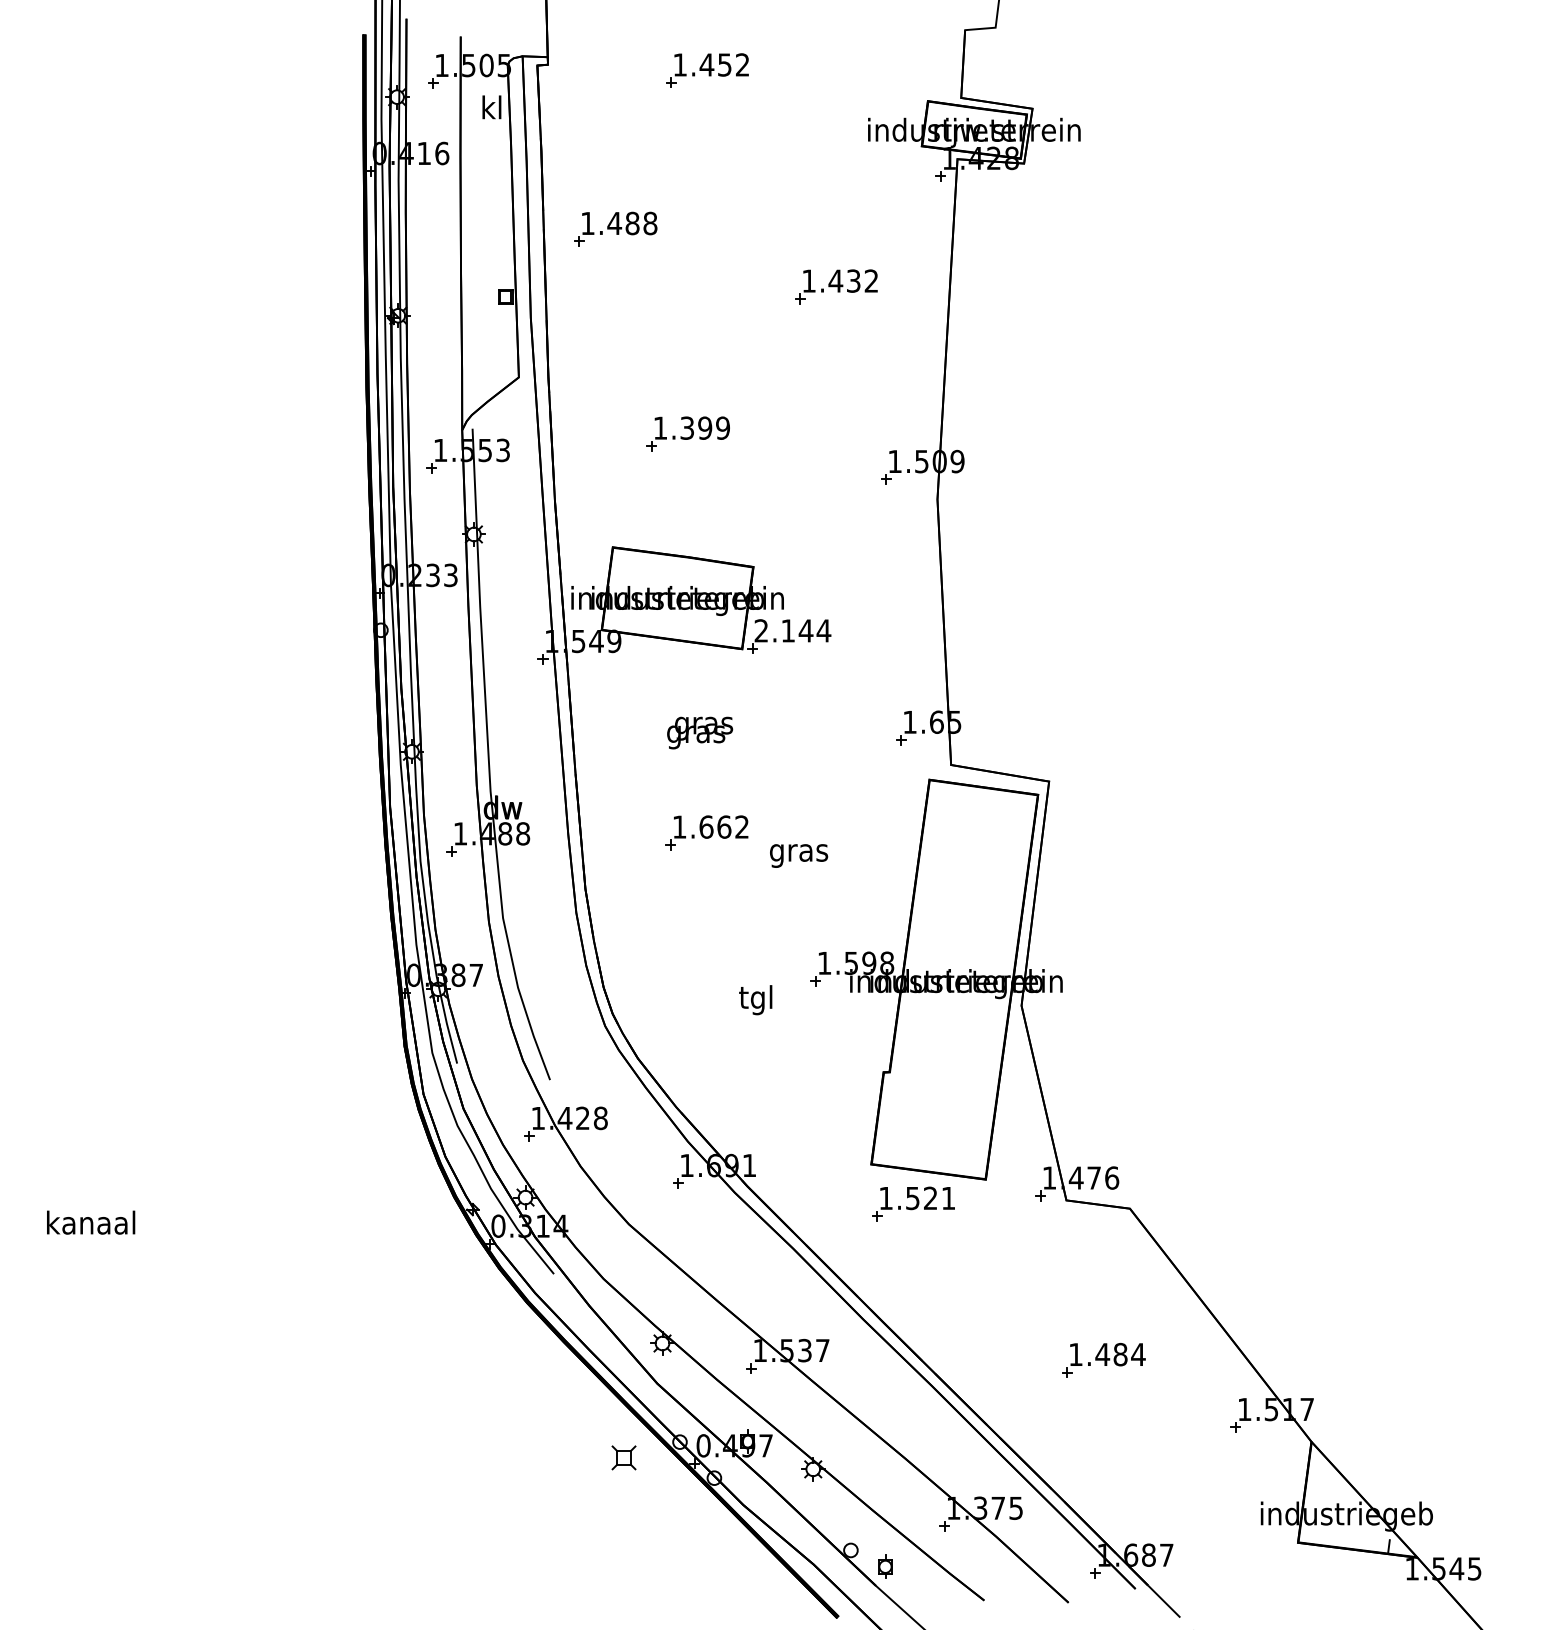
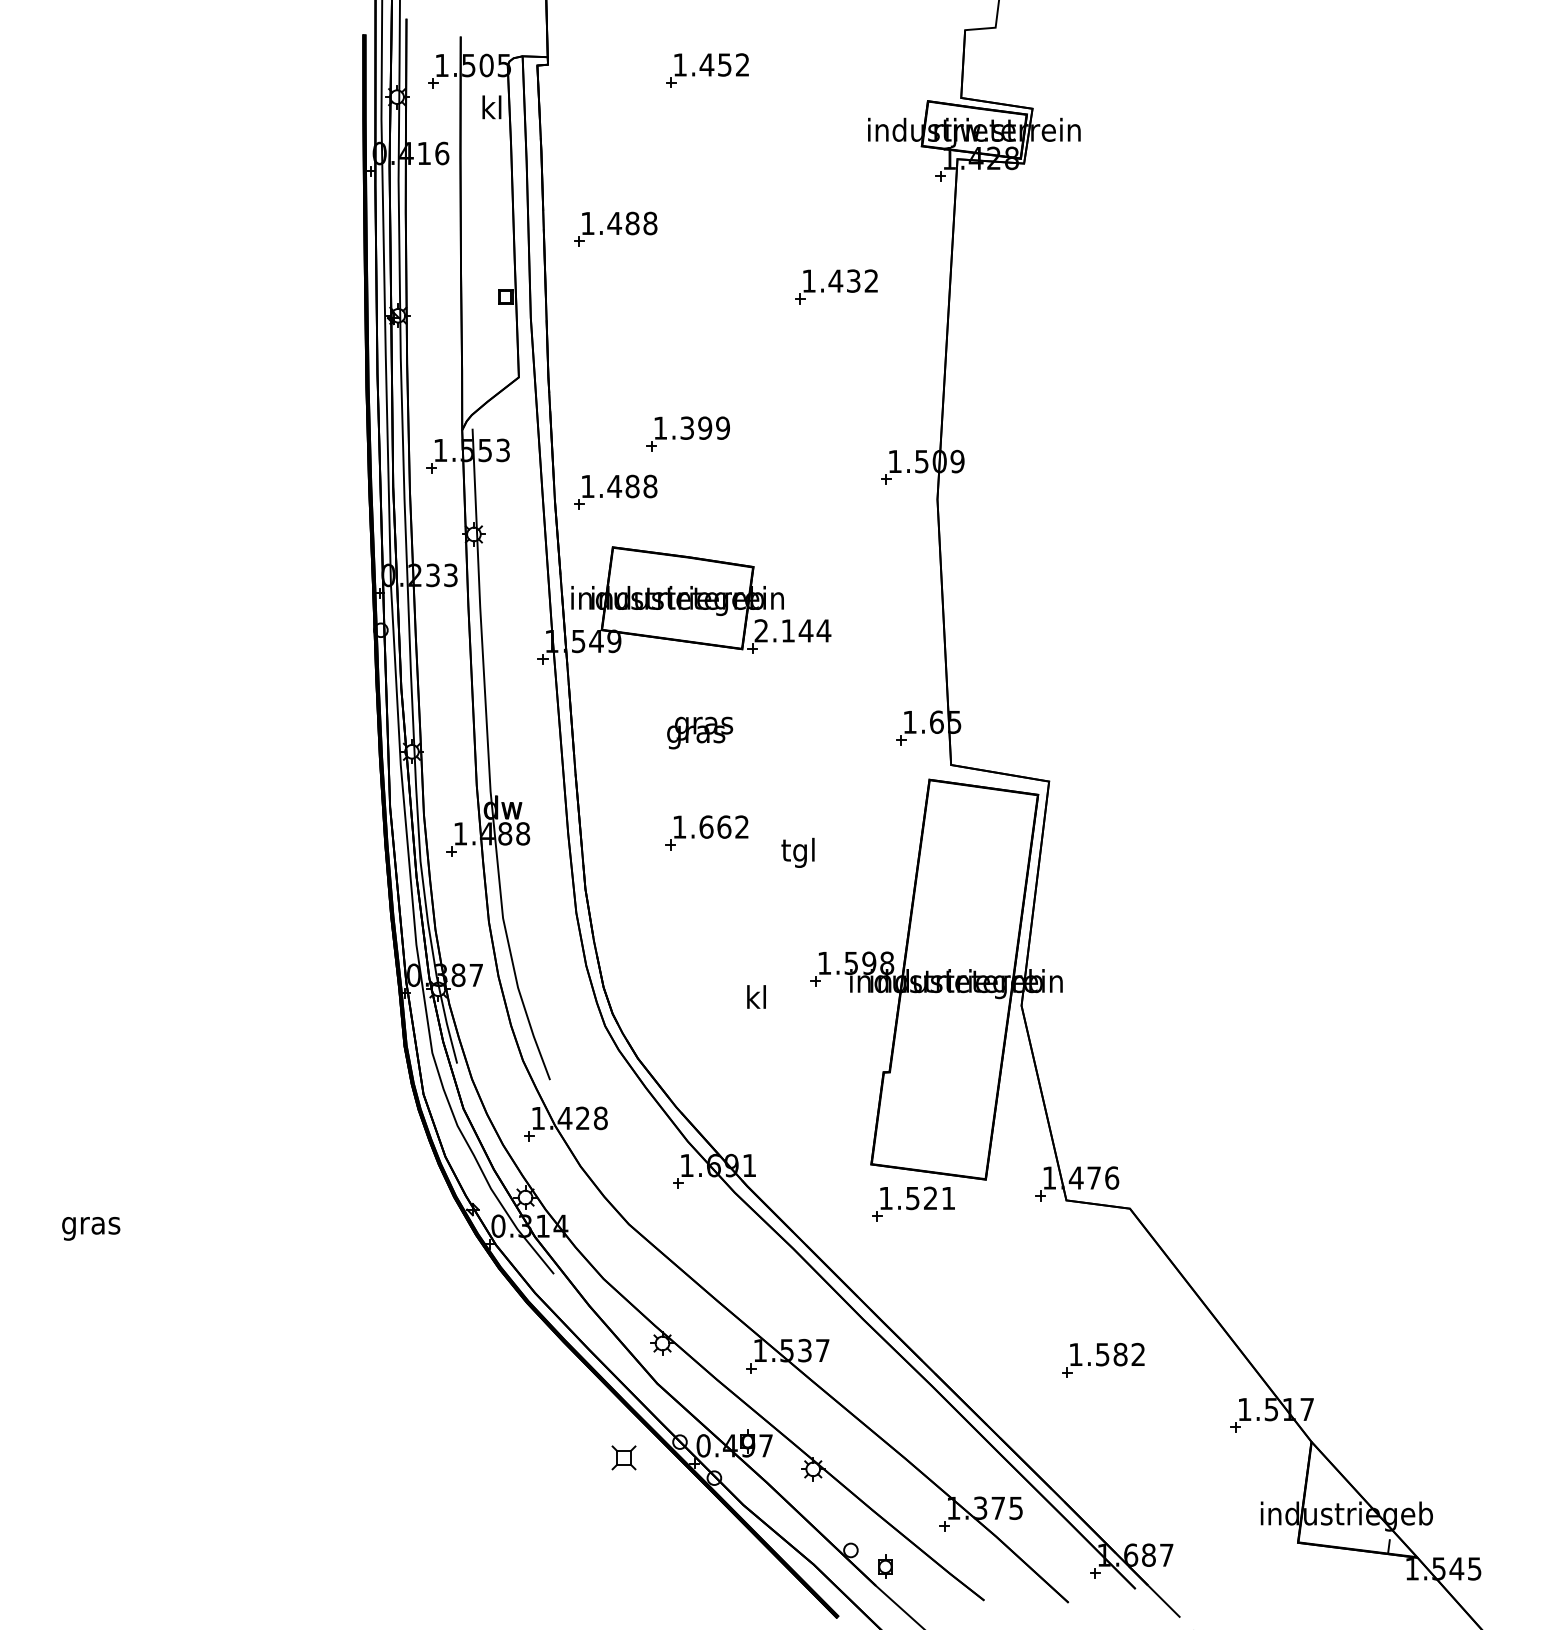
part at (615, 491): none -> present
text at (799, 852): gras -> tgl
text at (755, 1000): tgl -> kl
text at (91, 1225): kanaal -> gras
text at (1120, 1354): 1.484 -> 1.582
